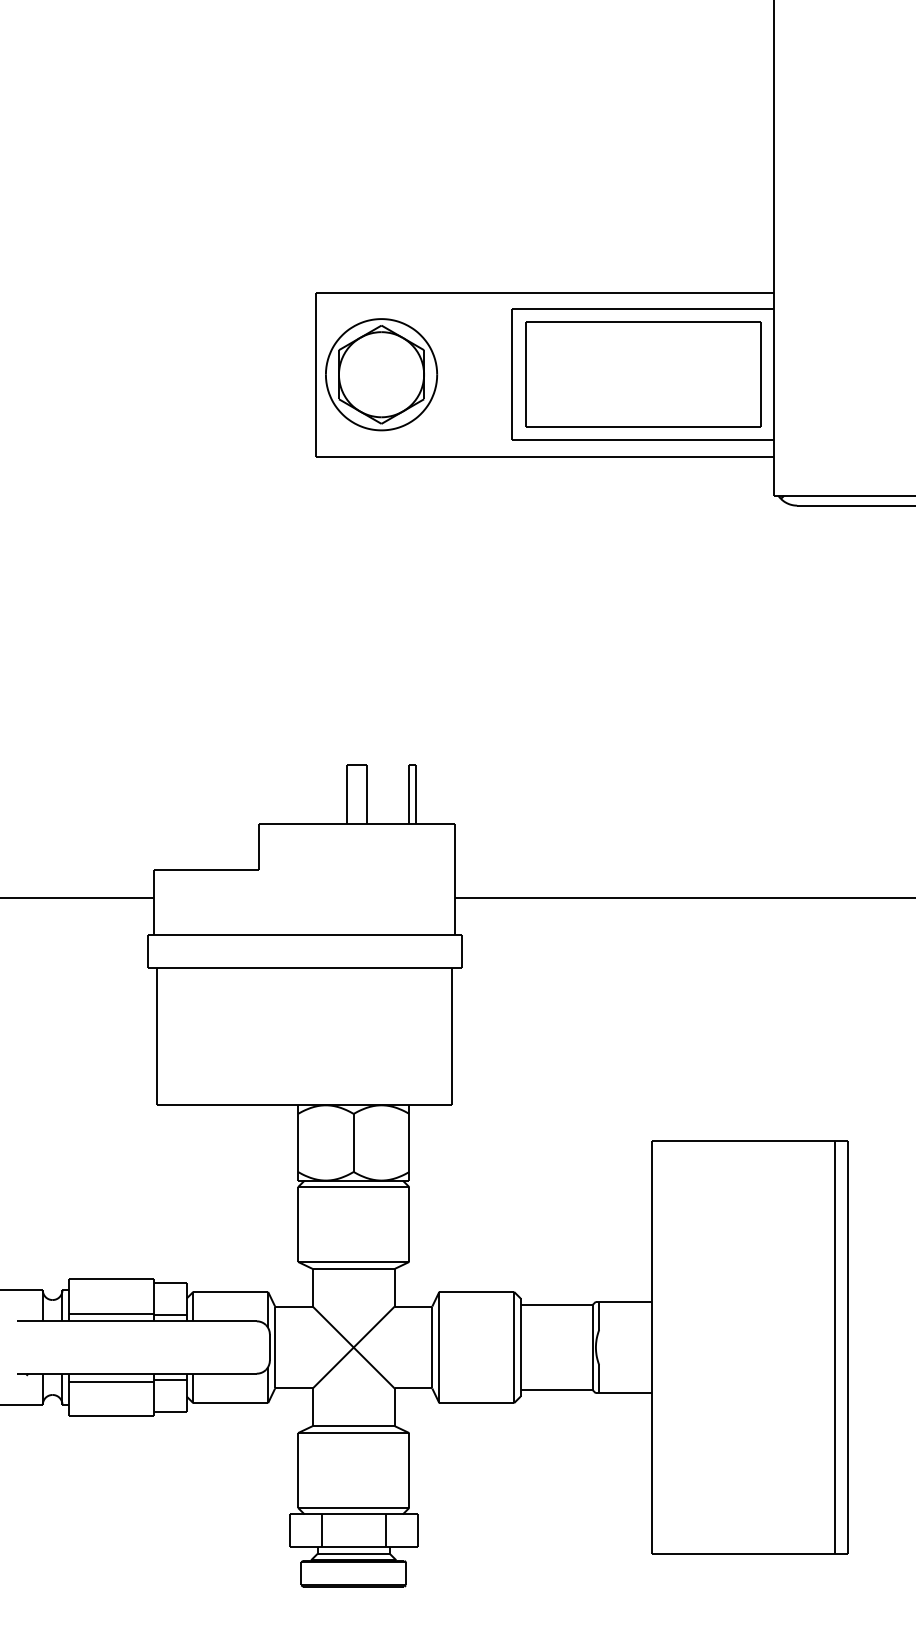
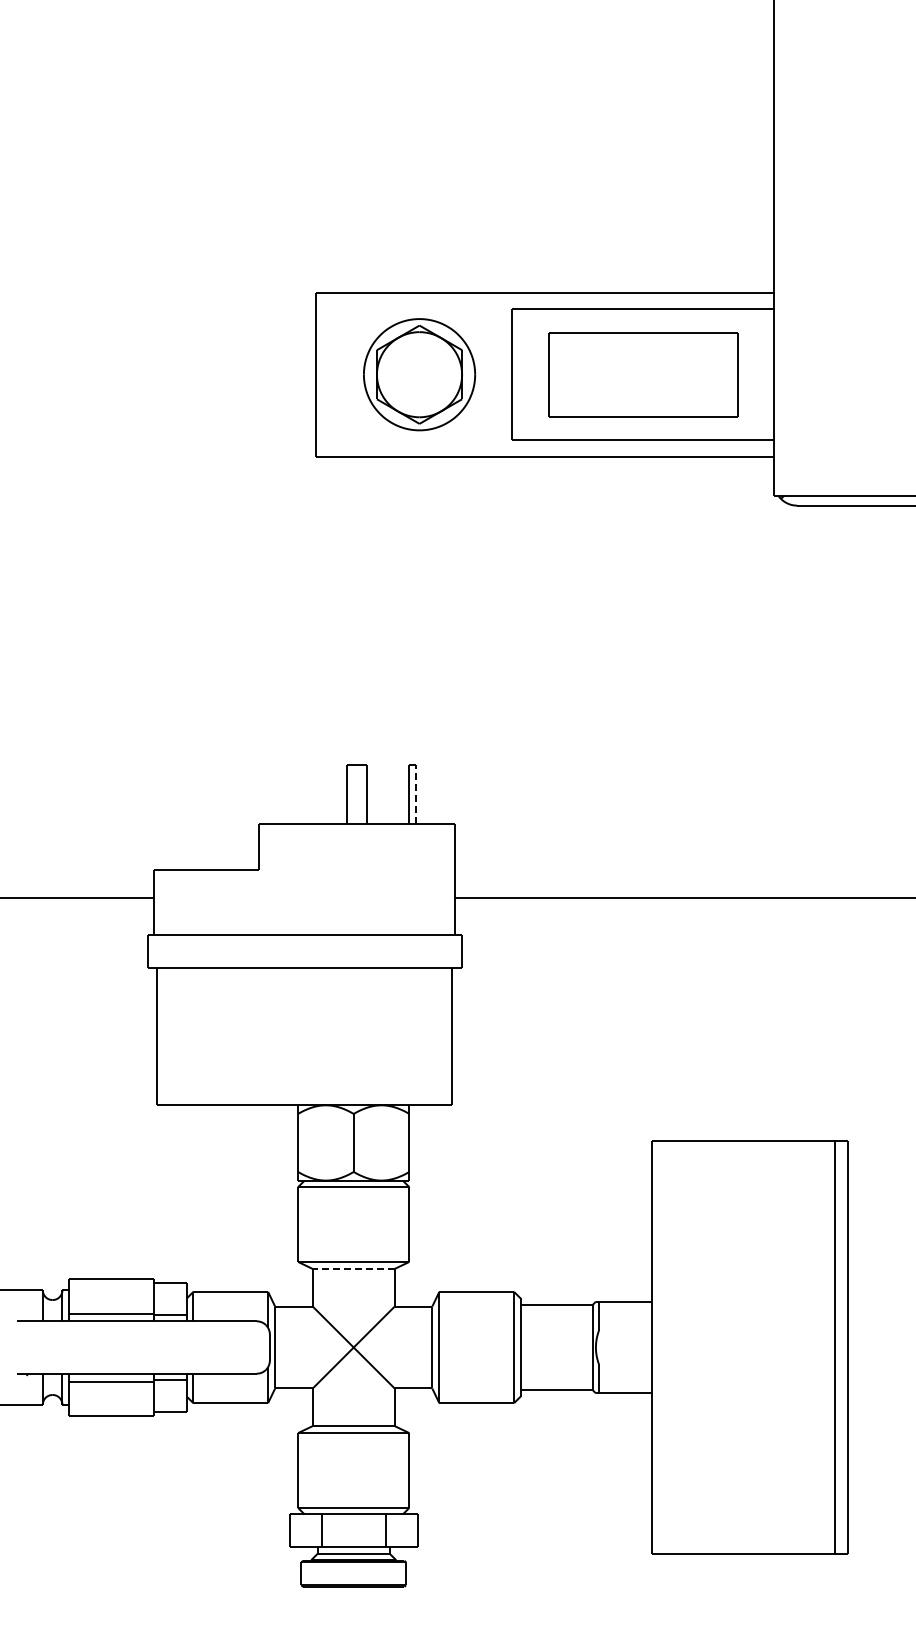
part at (381, 374) position: (381, 374) -> (419, 374)
part at (643, 374) size: 237x107 px -> 191x86 px
line at (415, 793): solid -> dashed
line at (353, 1268): solid -> dashed
